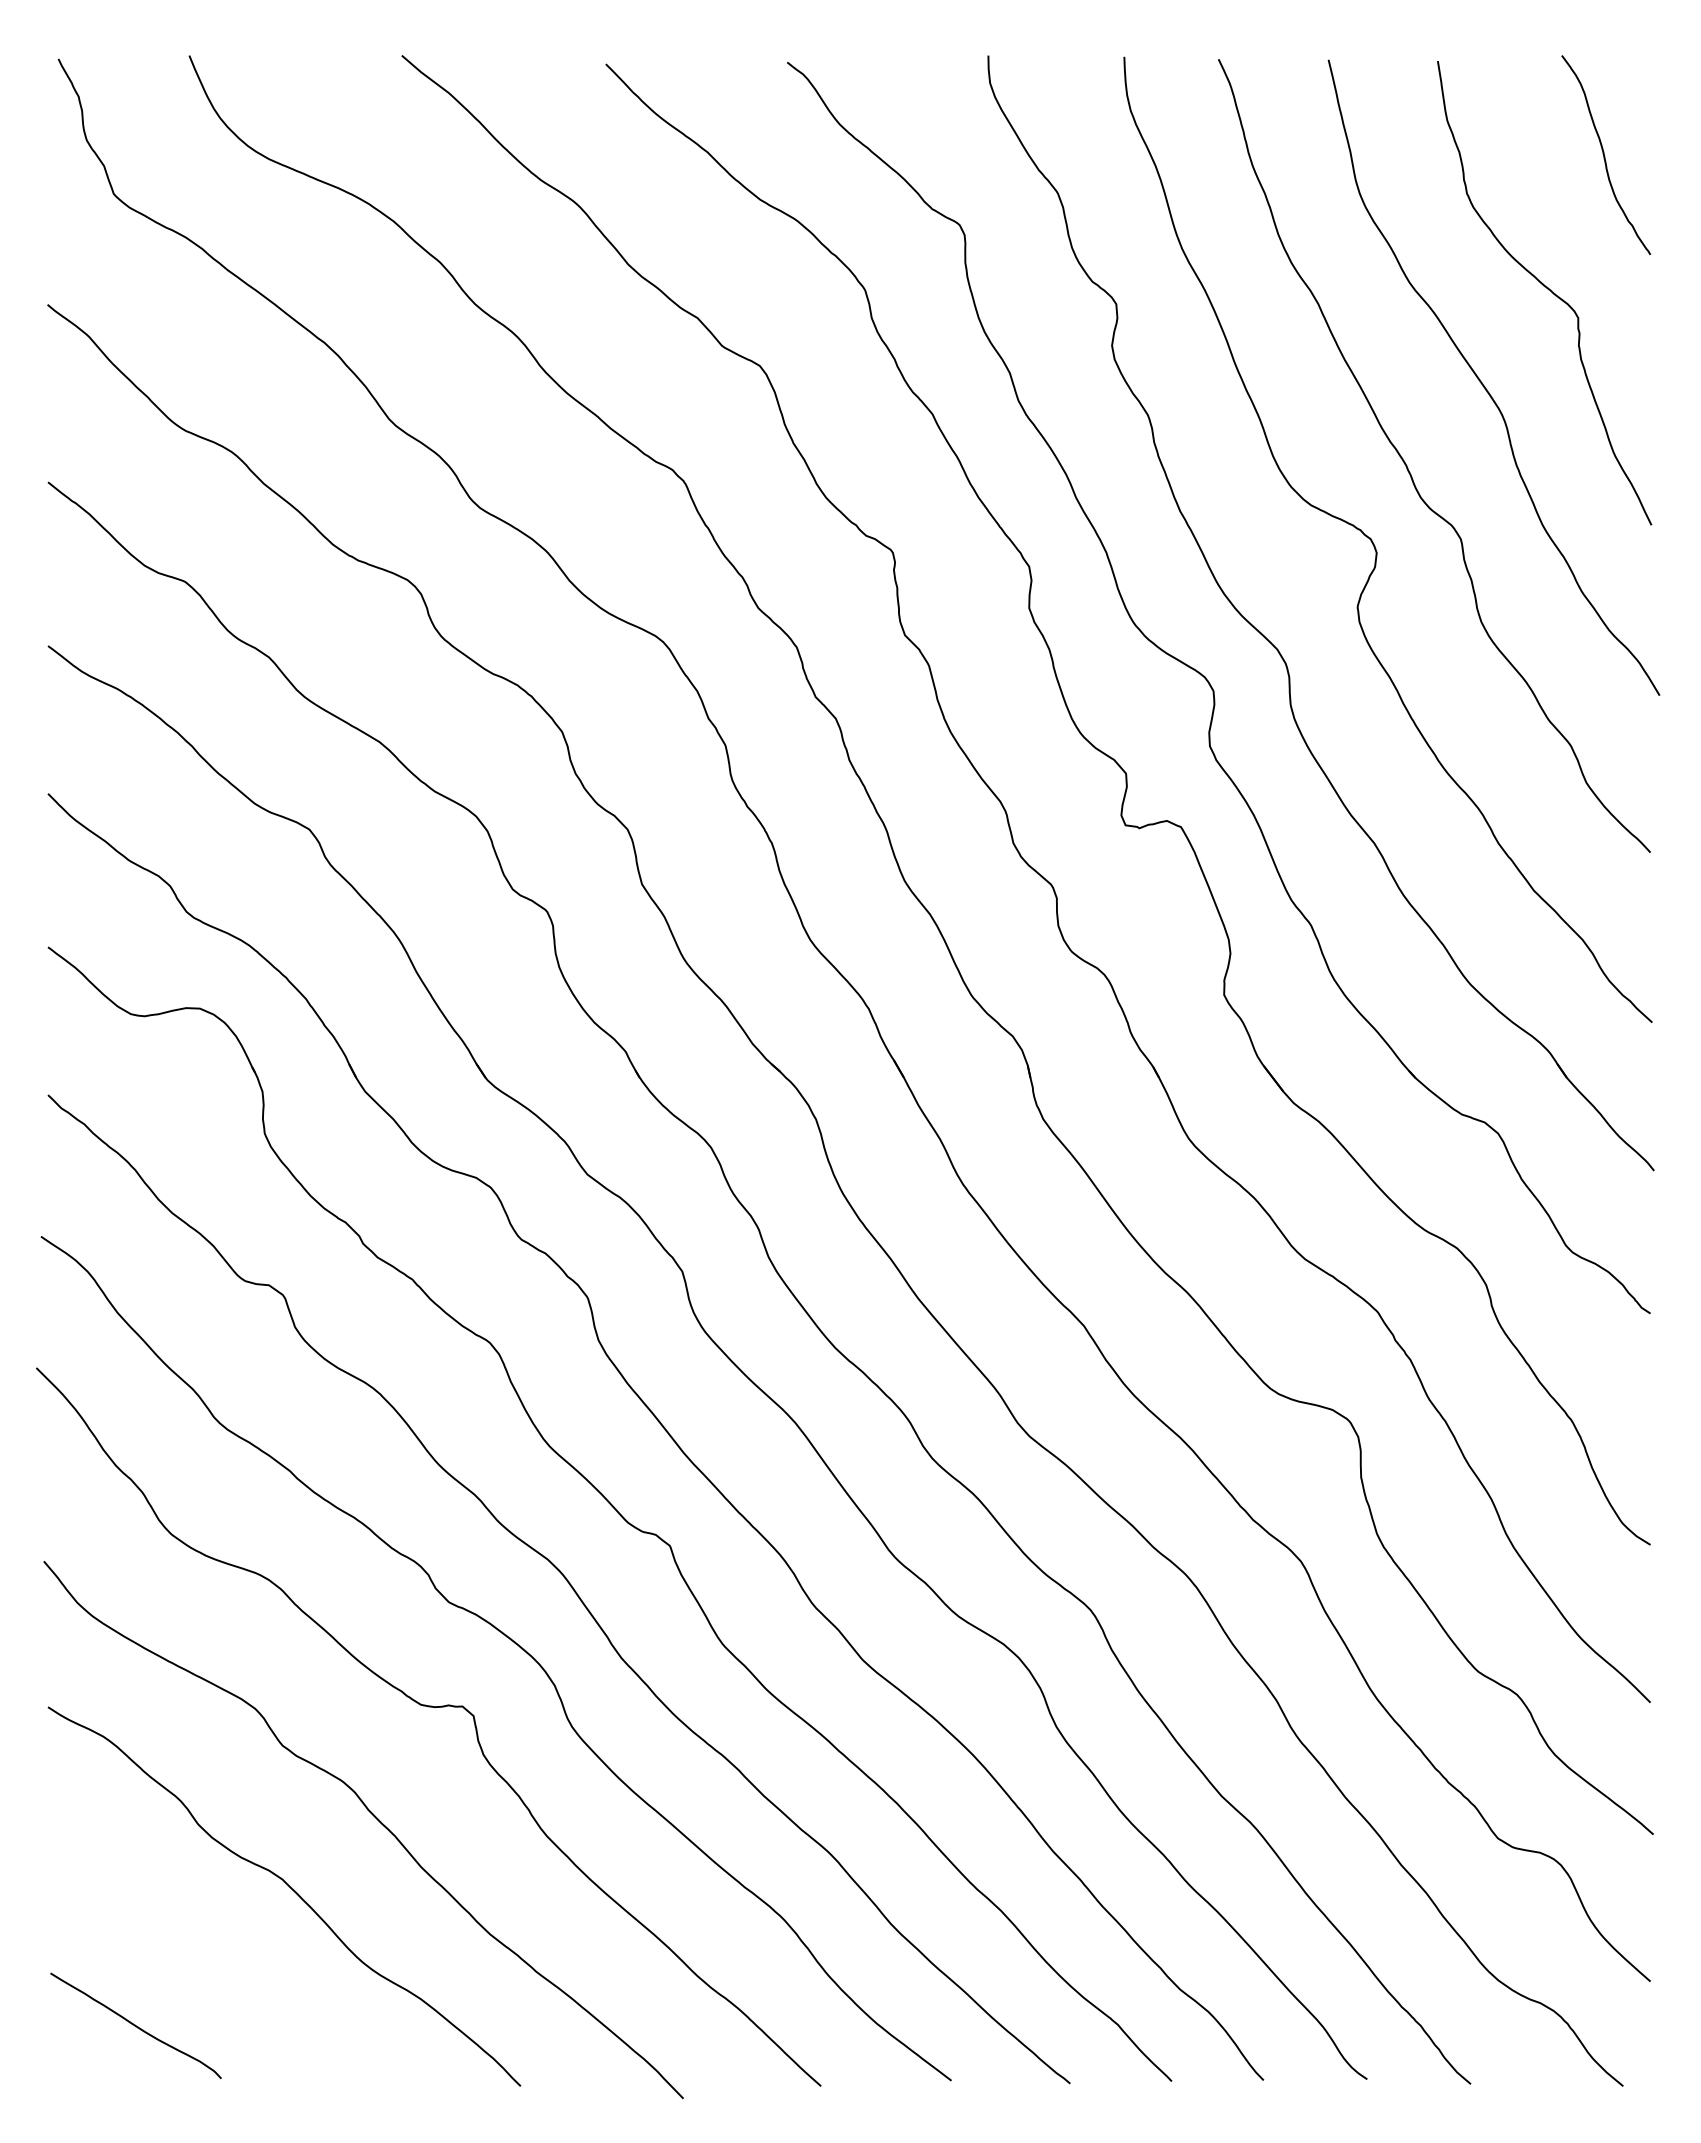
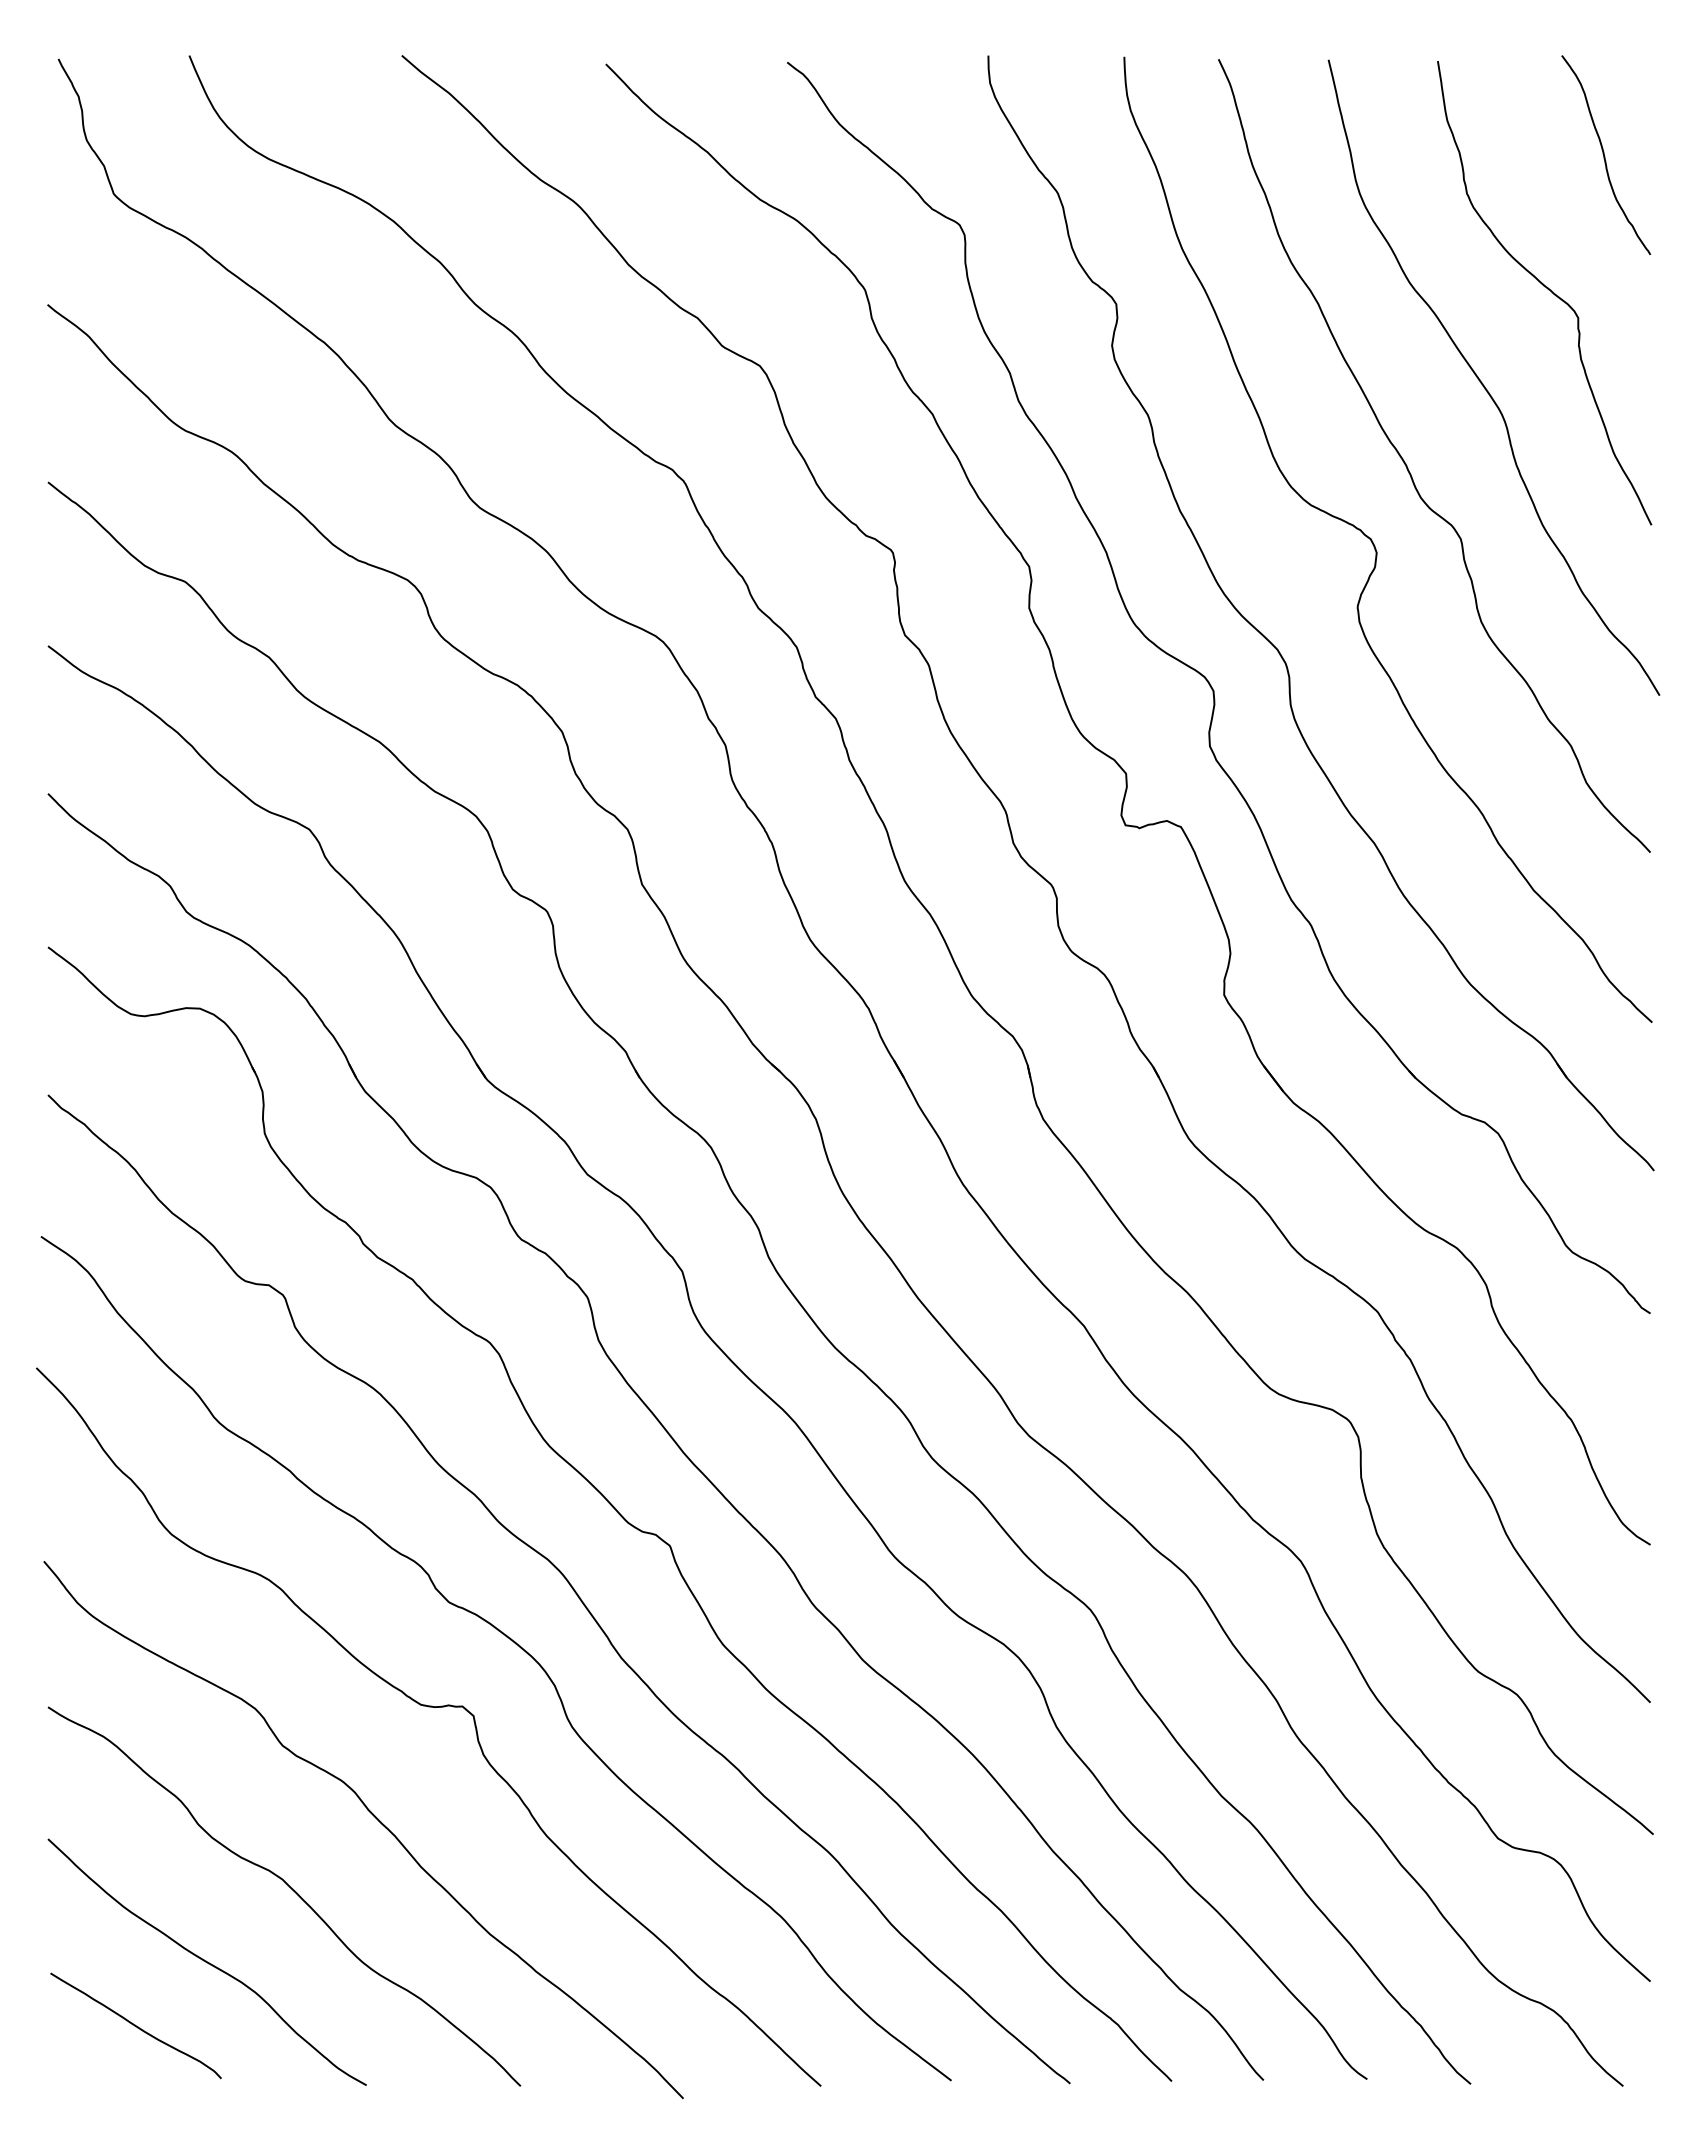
curve at (206, 1961): none -> present
